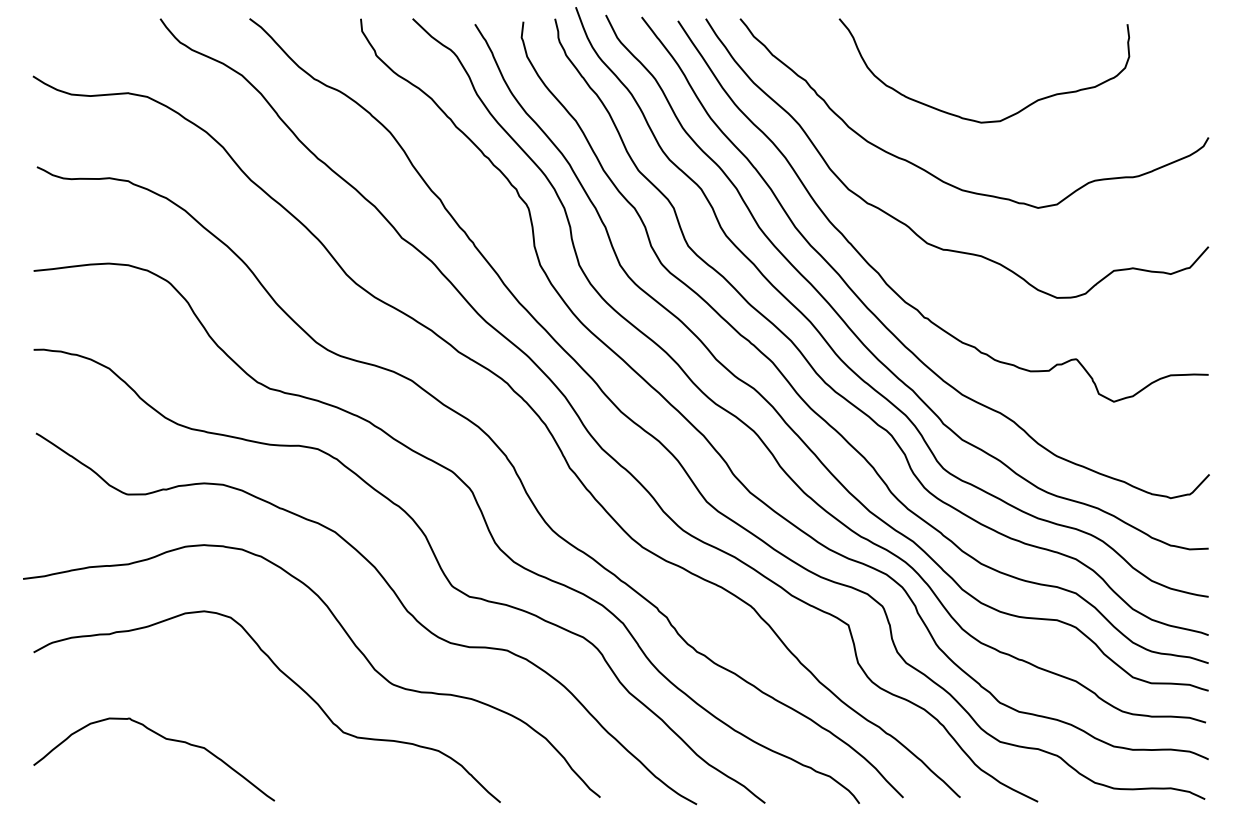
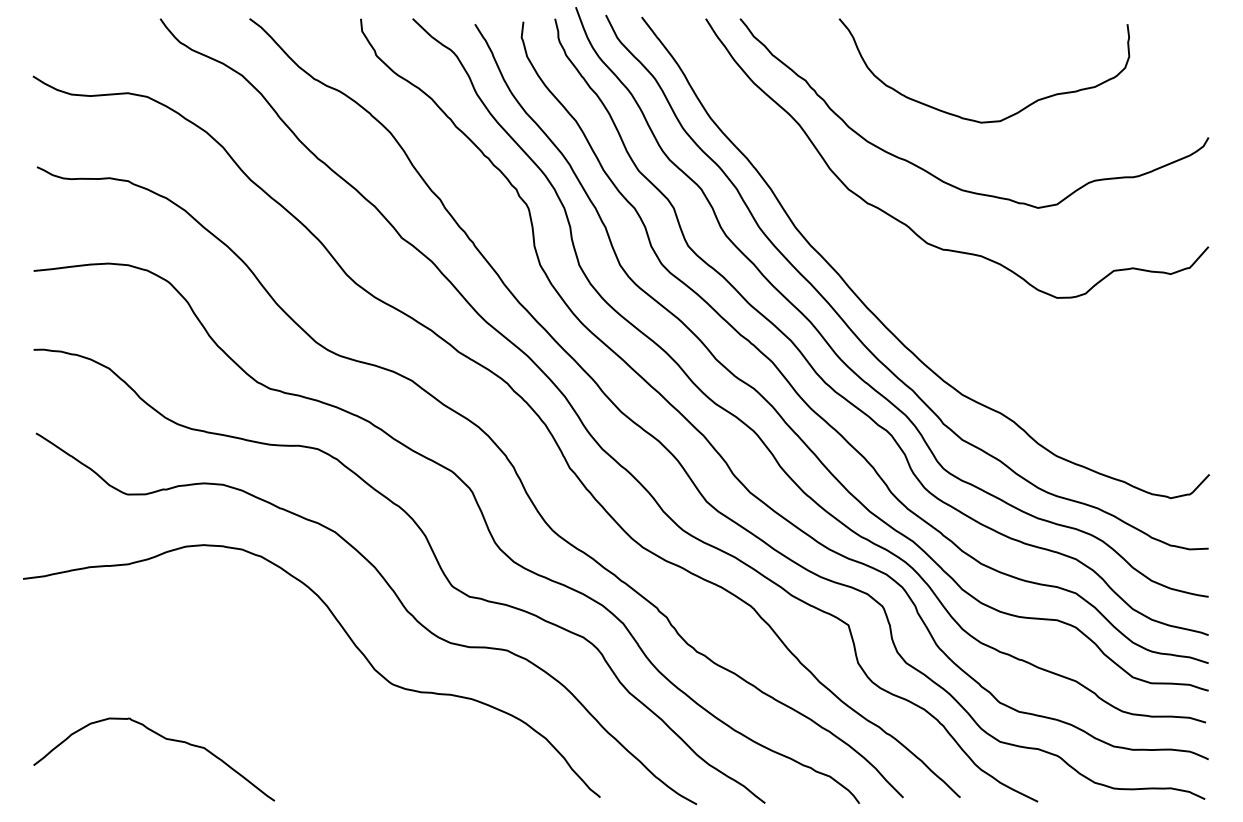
curve at (879, 273): present -> none
curve at (291, 681): present -> none
